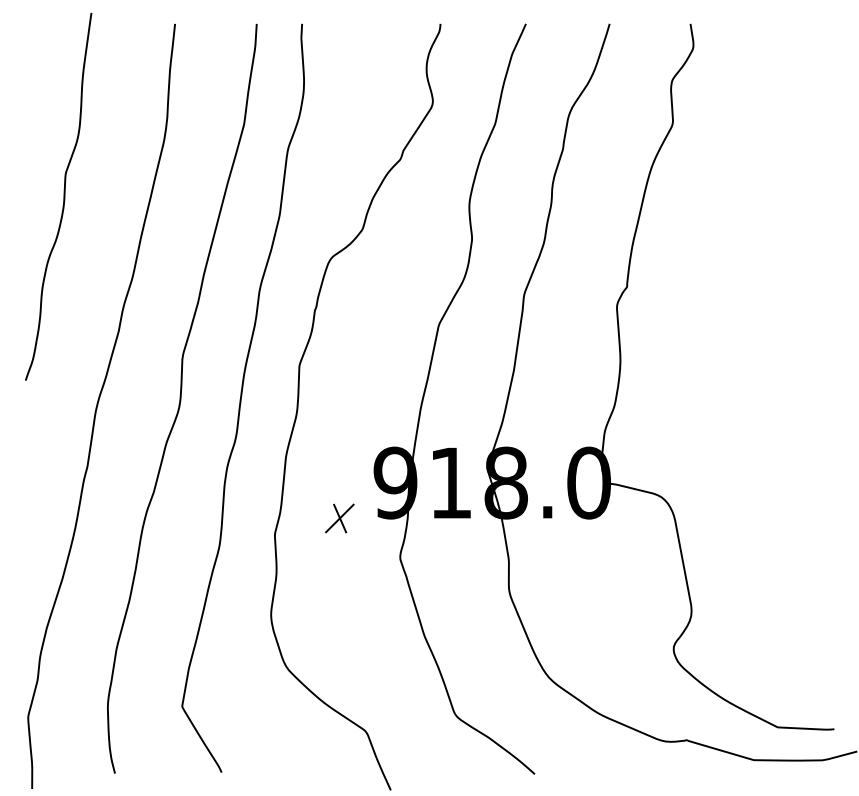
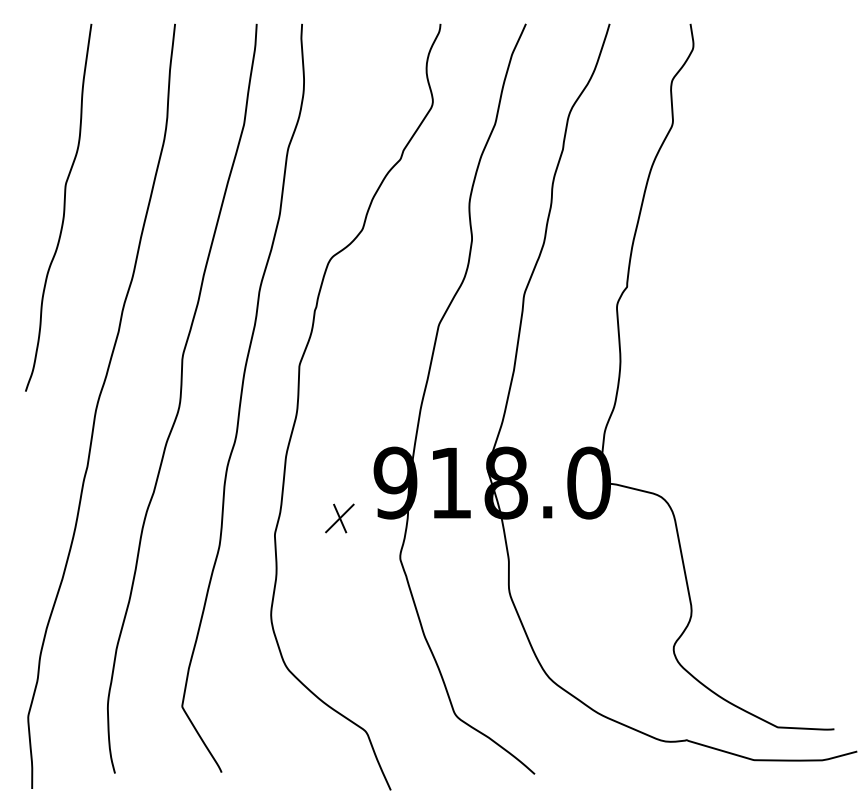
curve at (63, 196) position: (63, 196) -> (63, 207)
